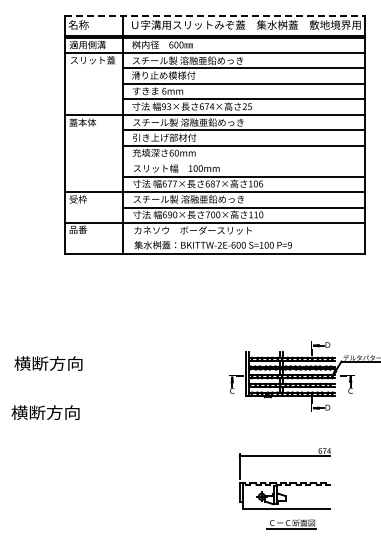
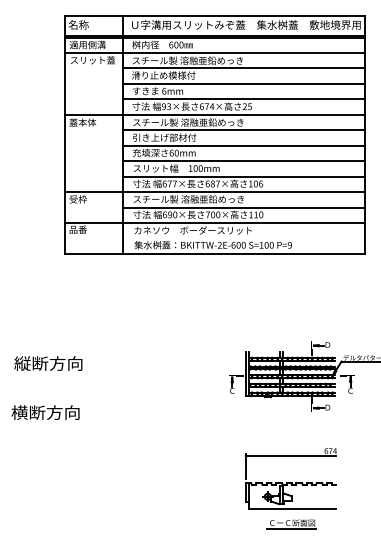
line at (215, 16): dashed -> solid
line at (243, 161): none -> present
text at (22, 363): 横断方向 -> 縦断方向
part at (284, 478) position: (284, 478) -> (290, 478)
